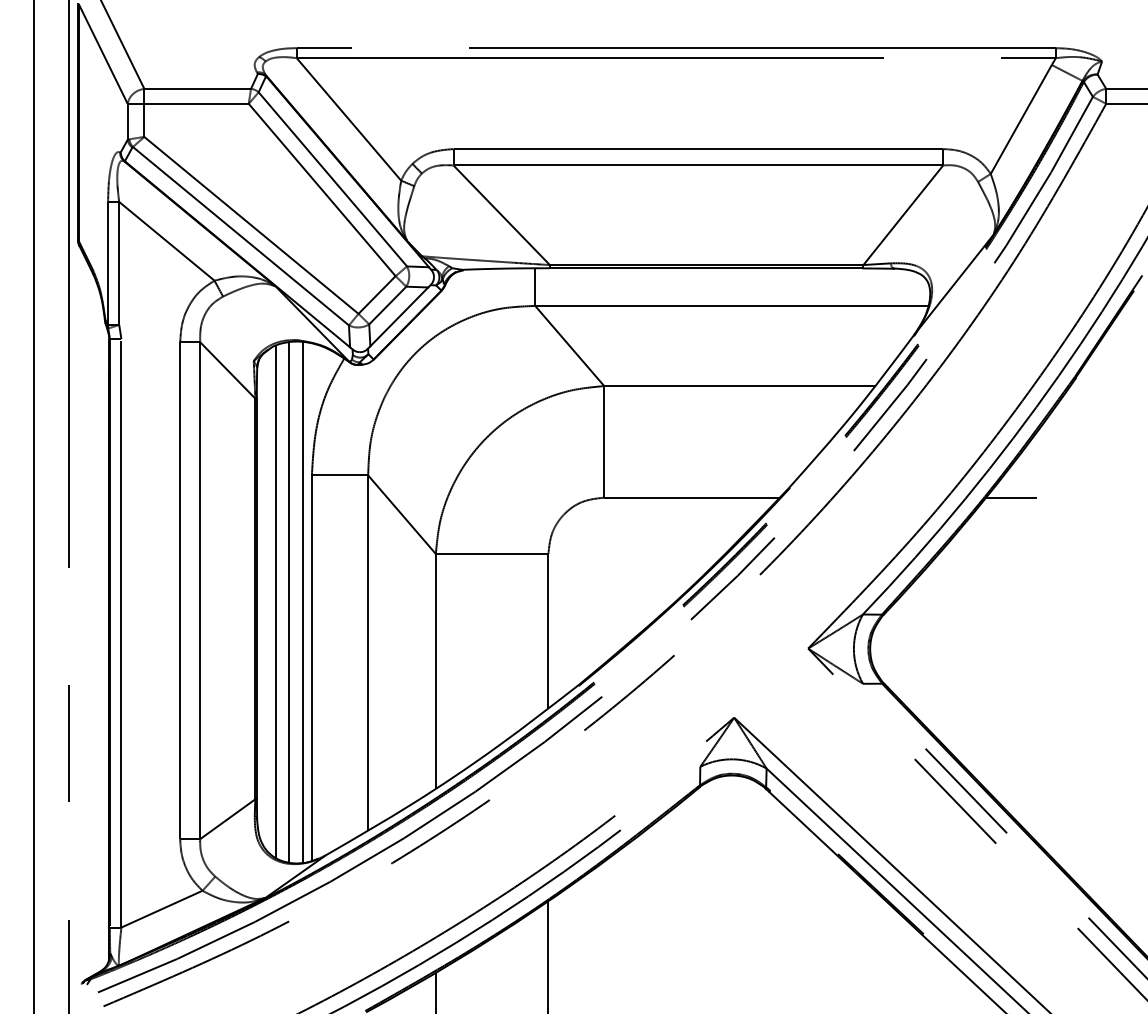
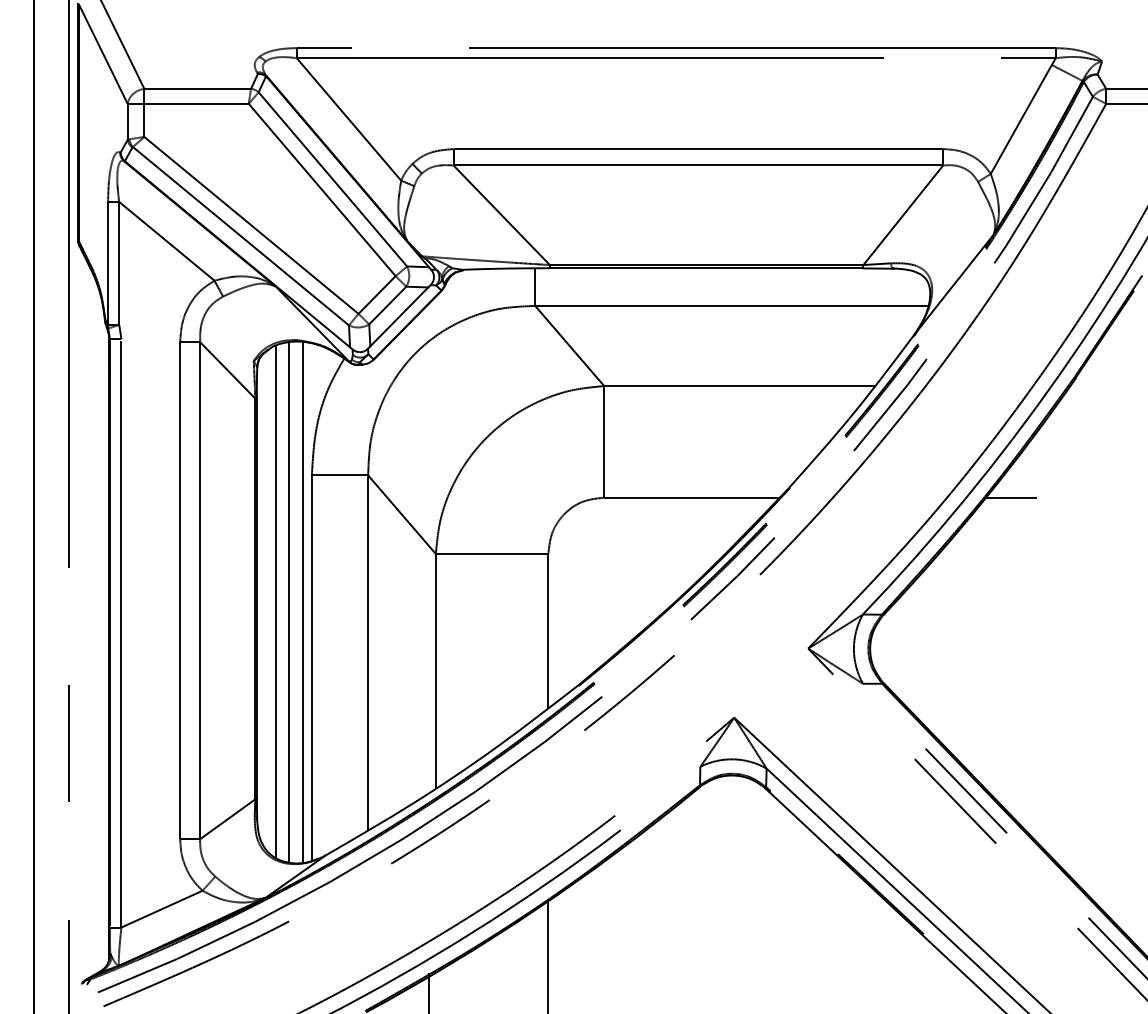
line at (435, 991) position: (435, 991) -> (428, 991)
